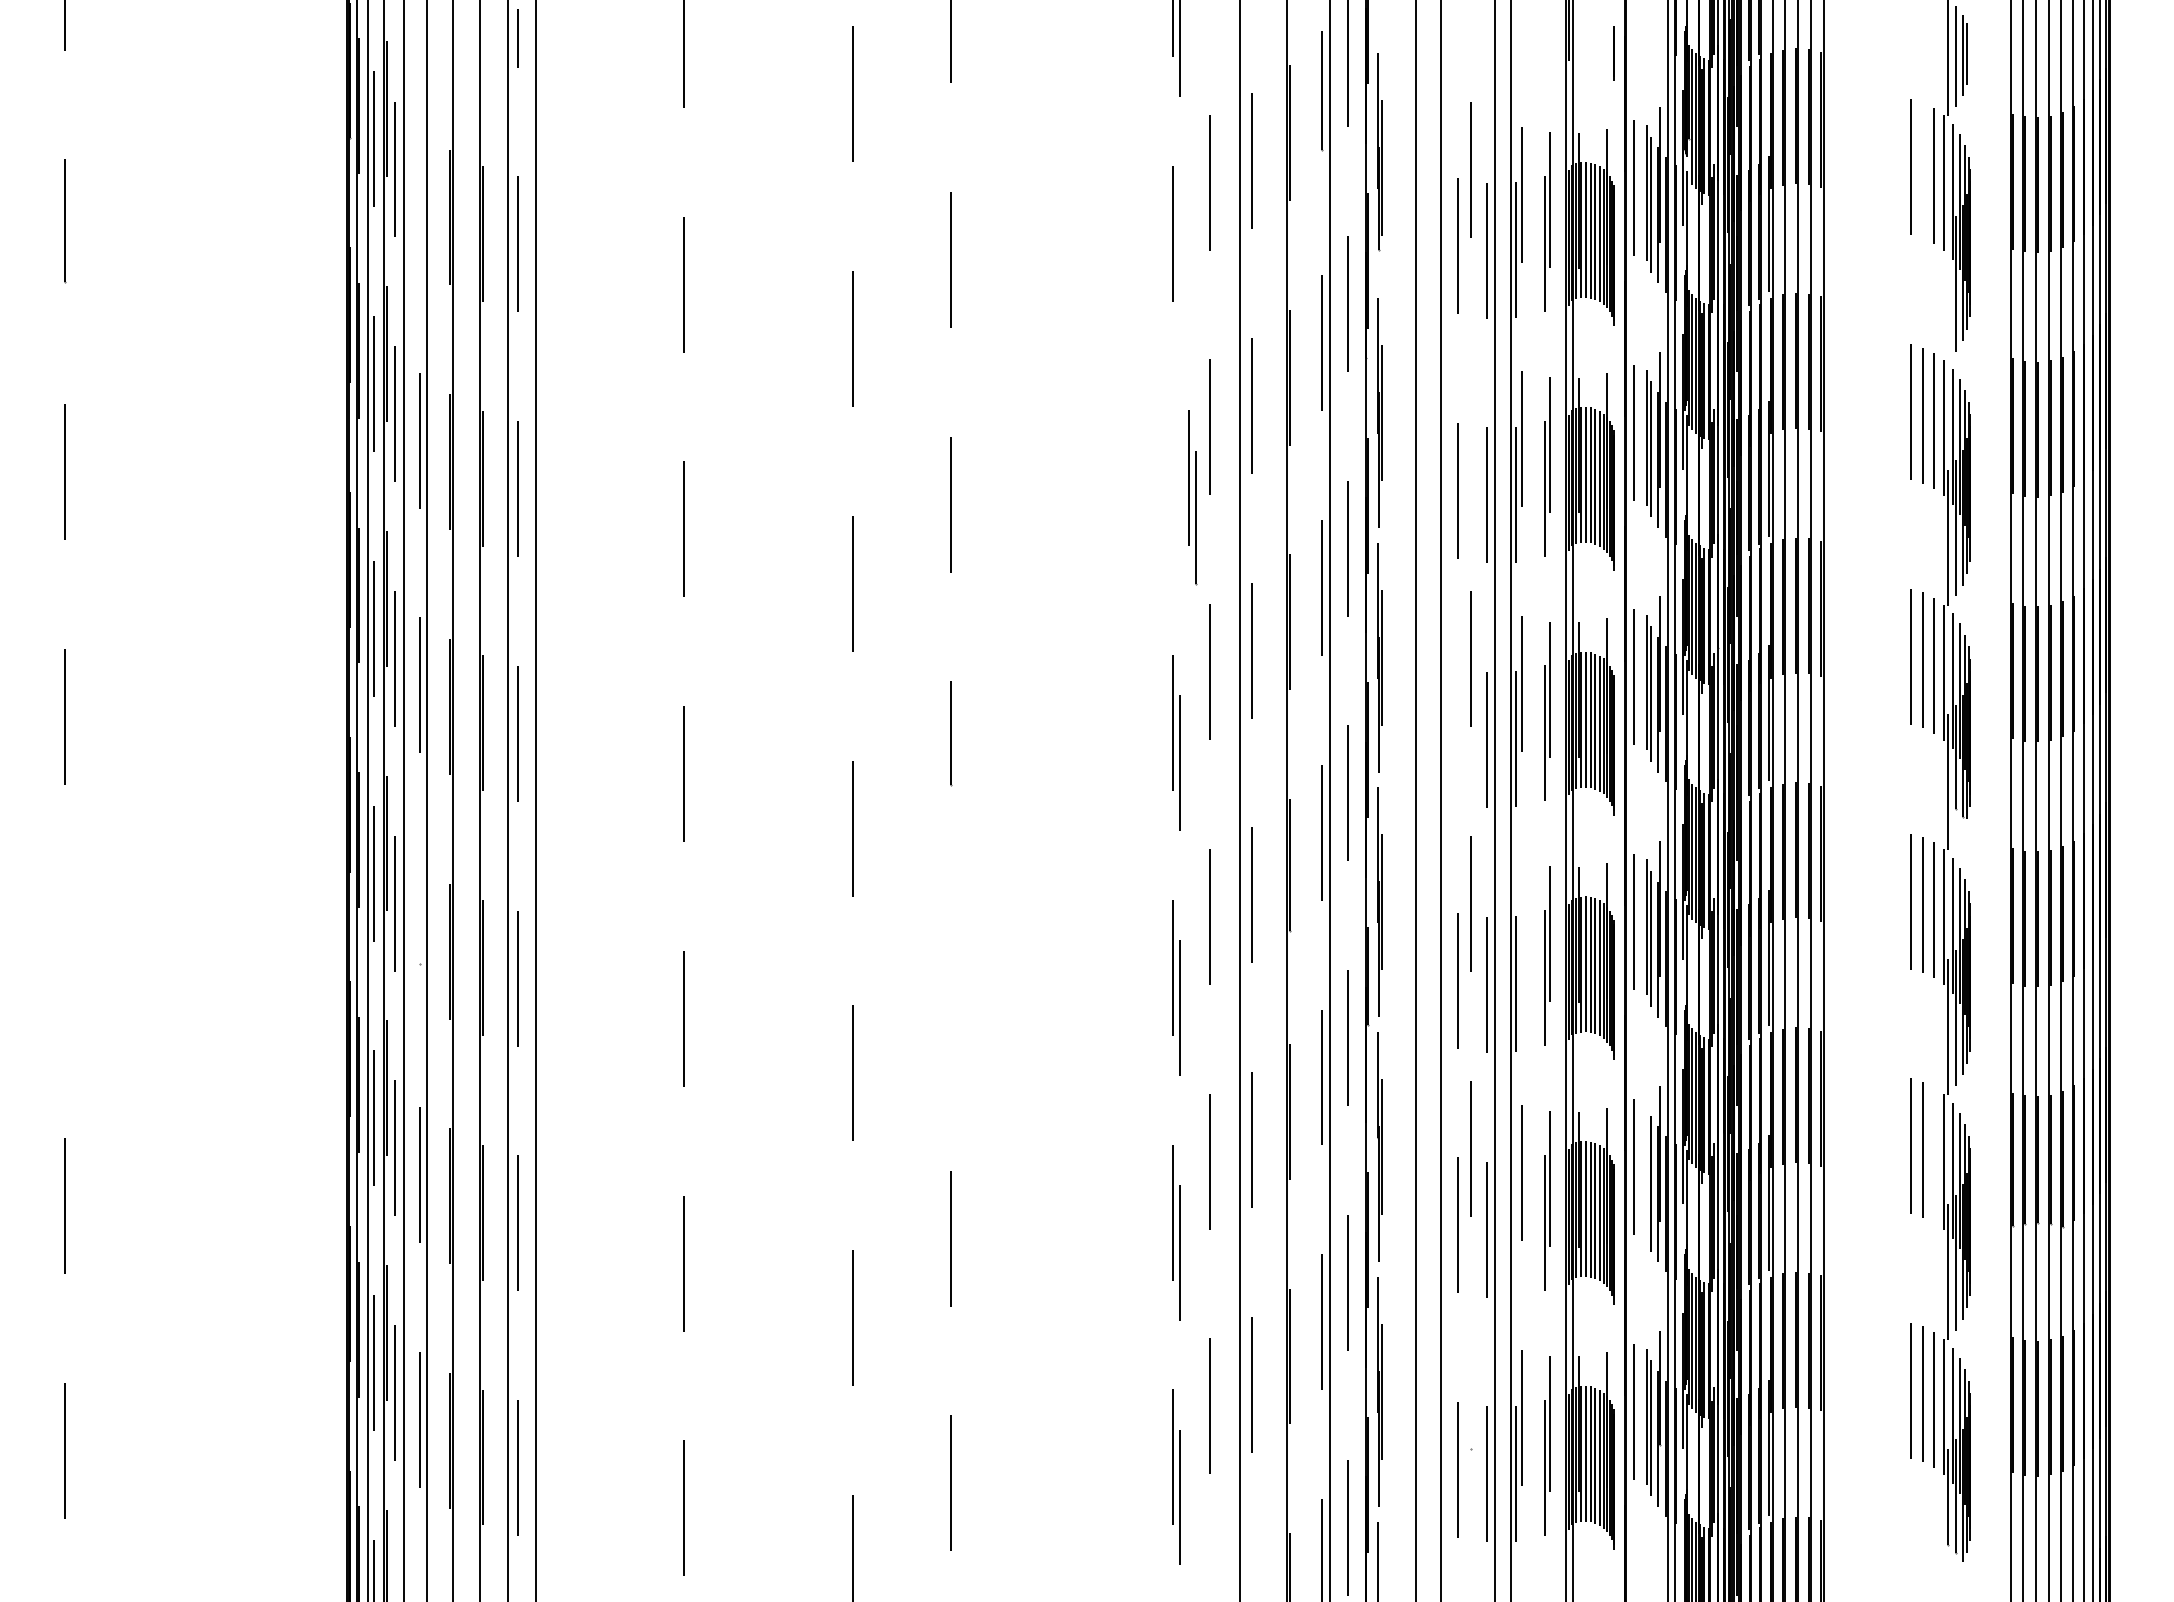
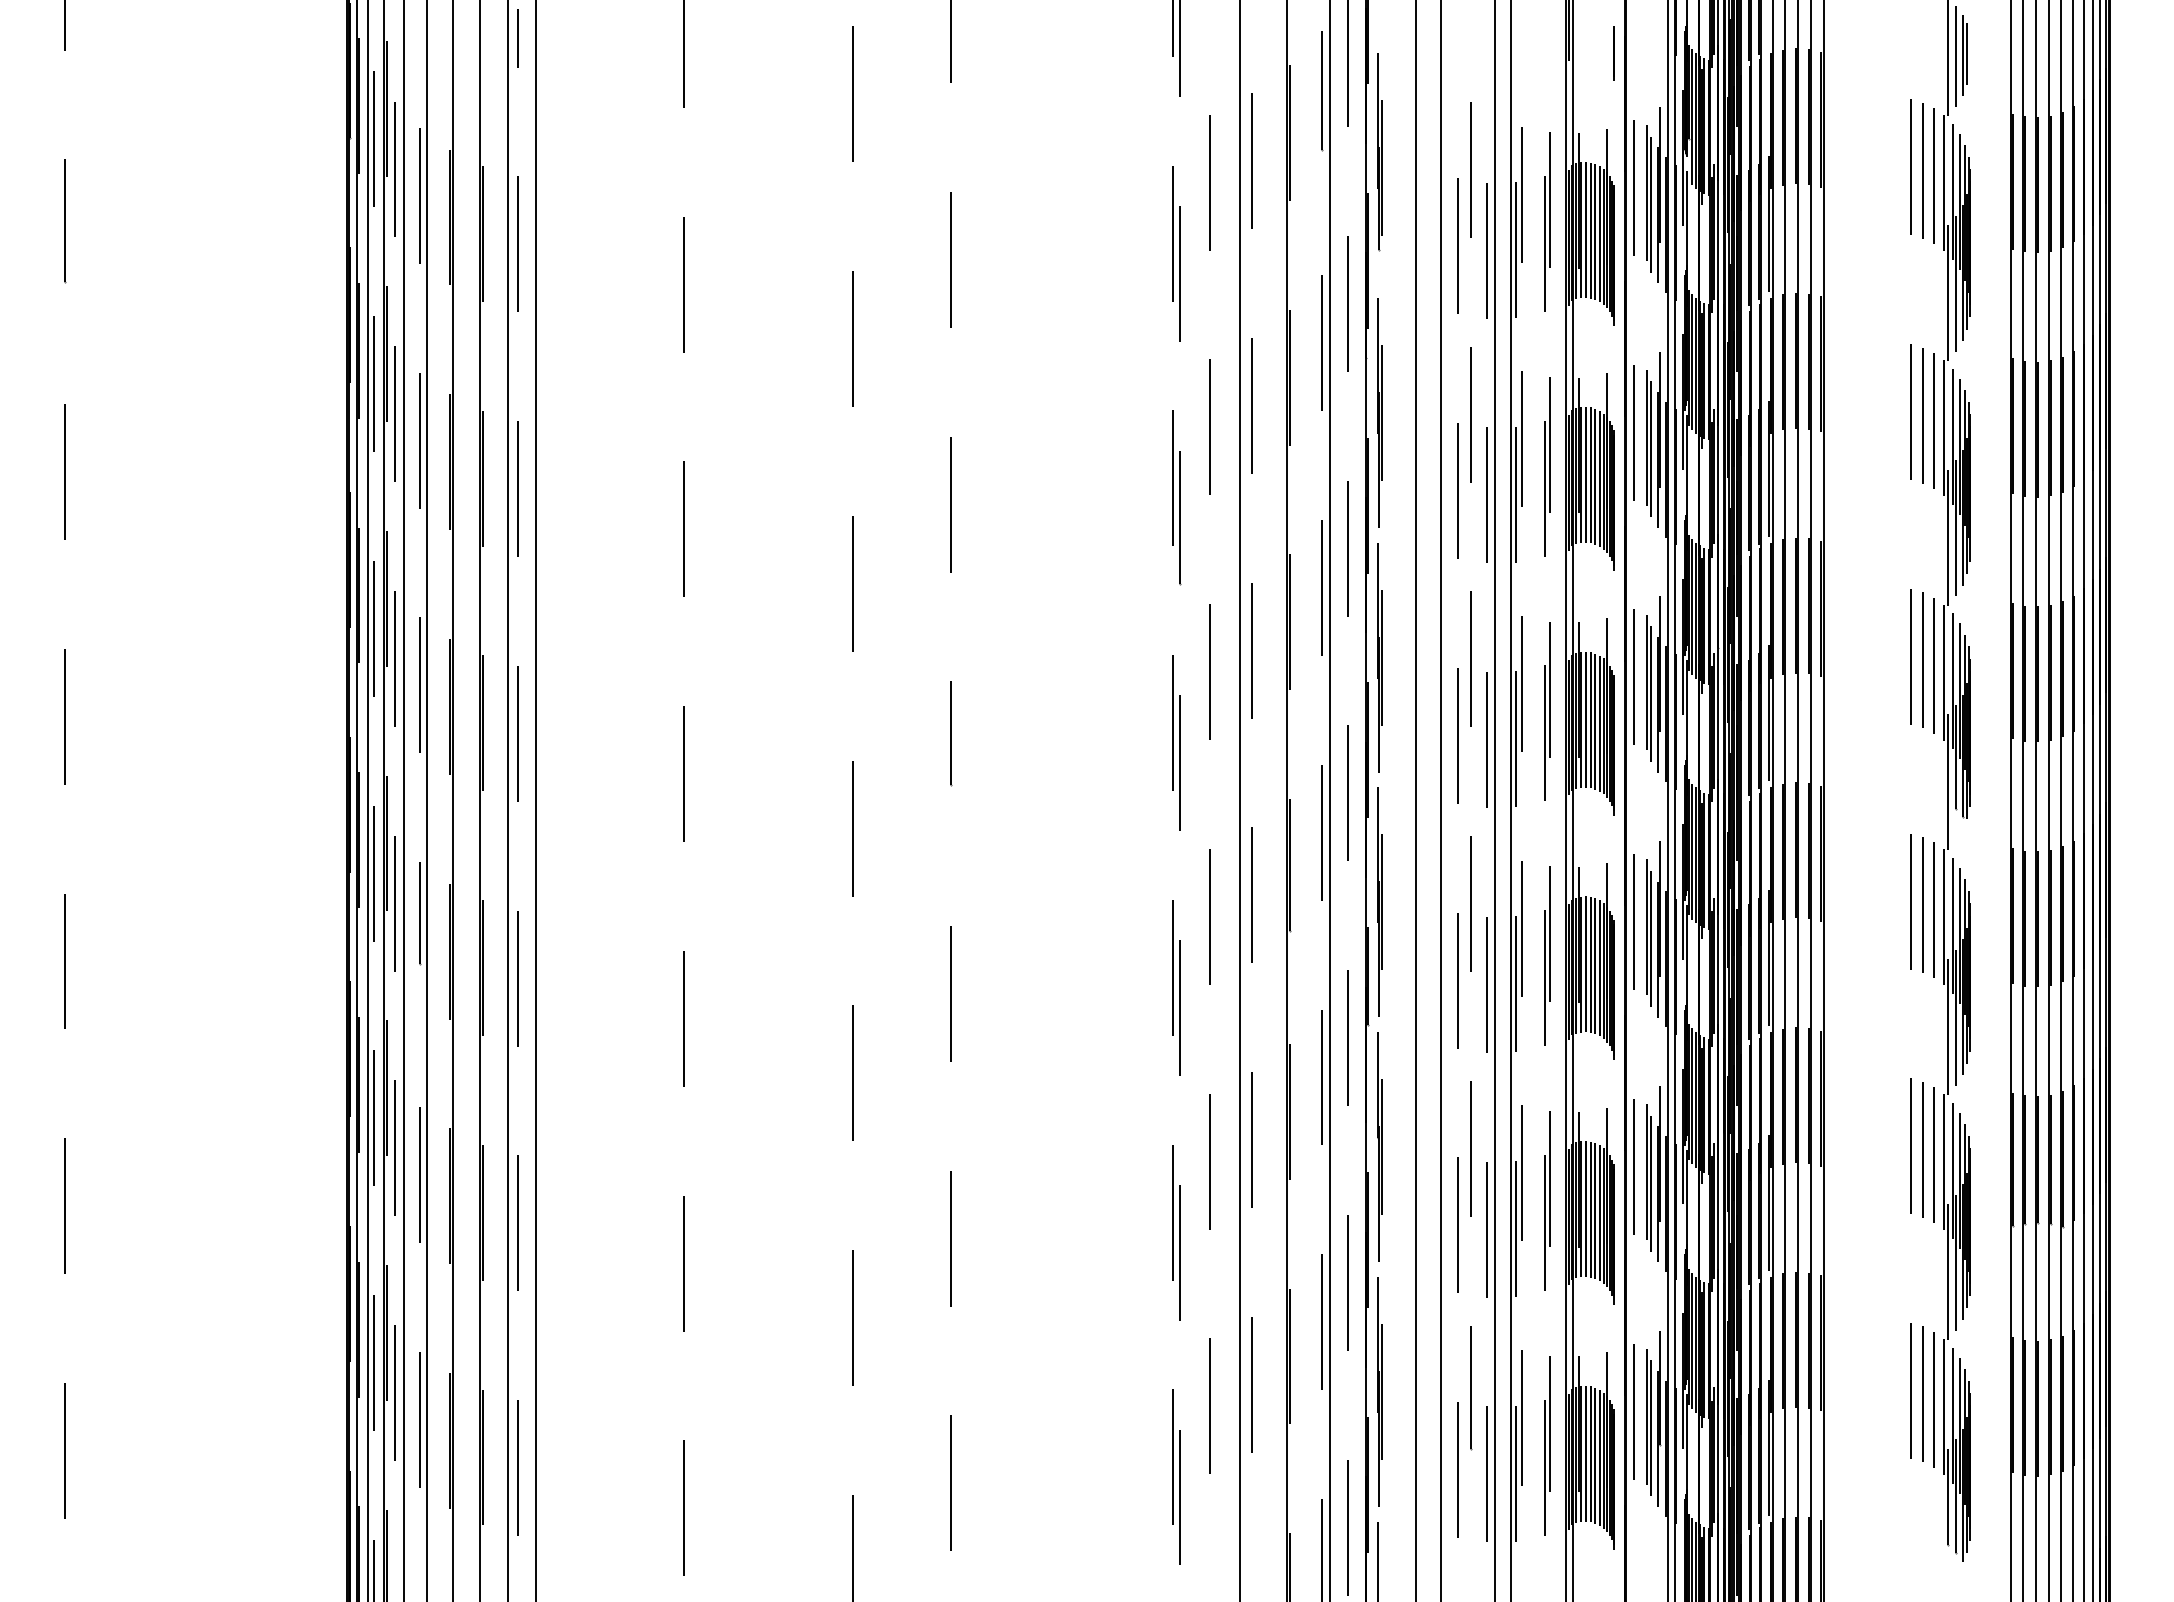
line at (1922, 170): none -> present
line at (420, 195): none -> present
line at (1180, 273): none -> present
line at (1948, 292): none -> present
line at (1470, 414): none -> present
part at (1192, 497) position: (1192, 497) -> (1176, 497)
line at (1457, 735): none -> present
line at (420, 912): none -> present
line at (1522, 928): none -> present
line at (64, 961): none -> present
line at (951, 993): none -> present
line at (1933, 1155): none -> present
line at (1646, 1171): none -> present
line at (1515, 1228): none -> present
line at (1470, 1386): none -> present
